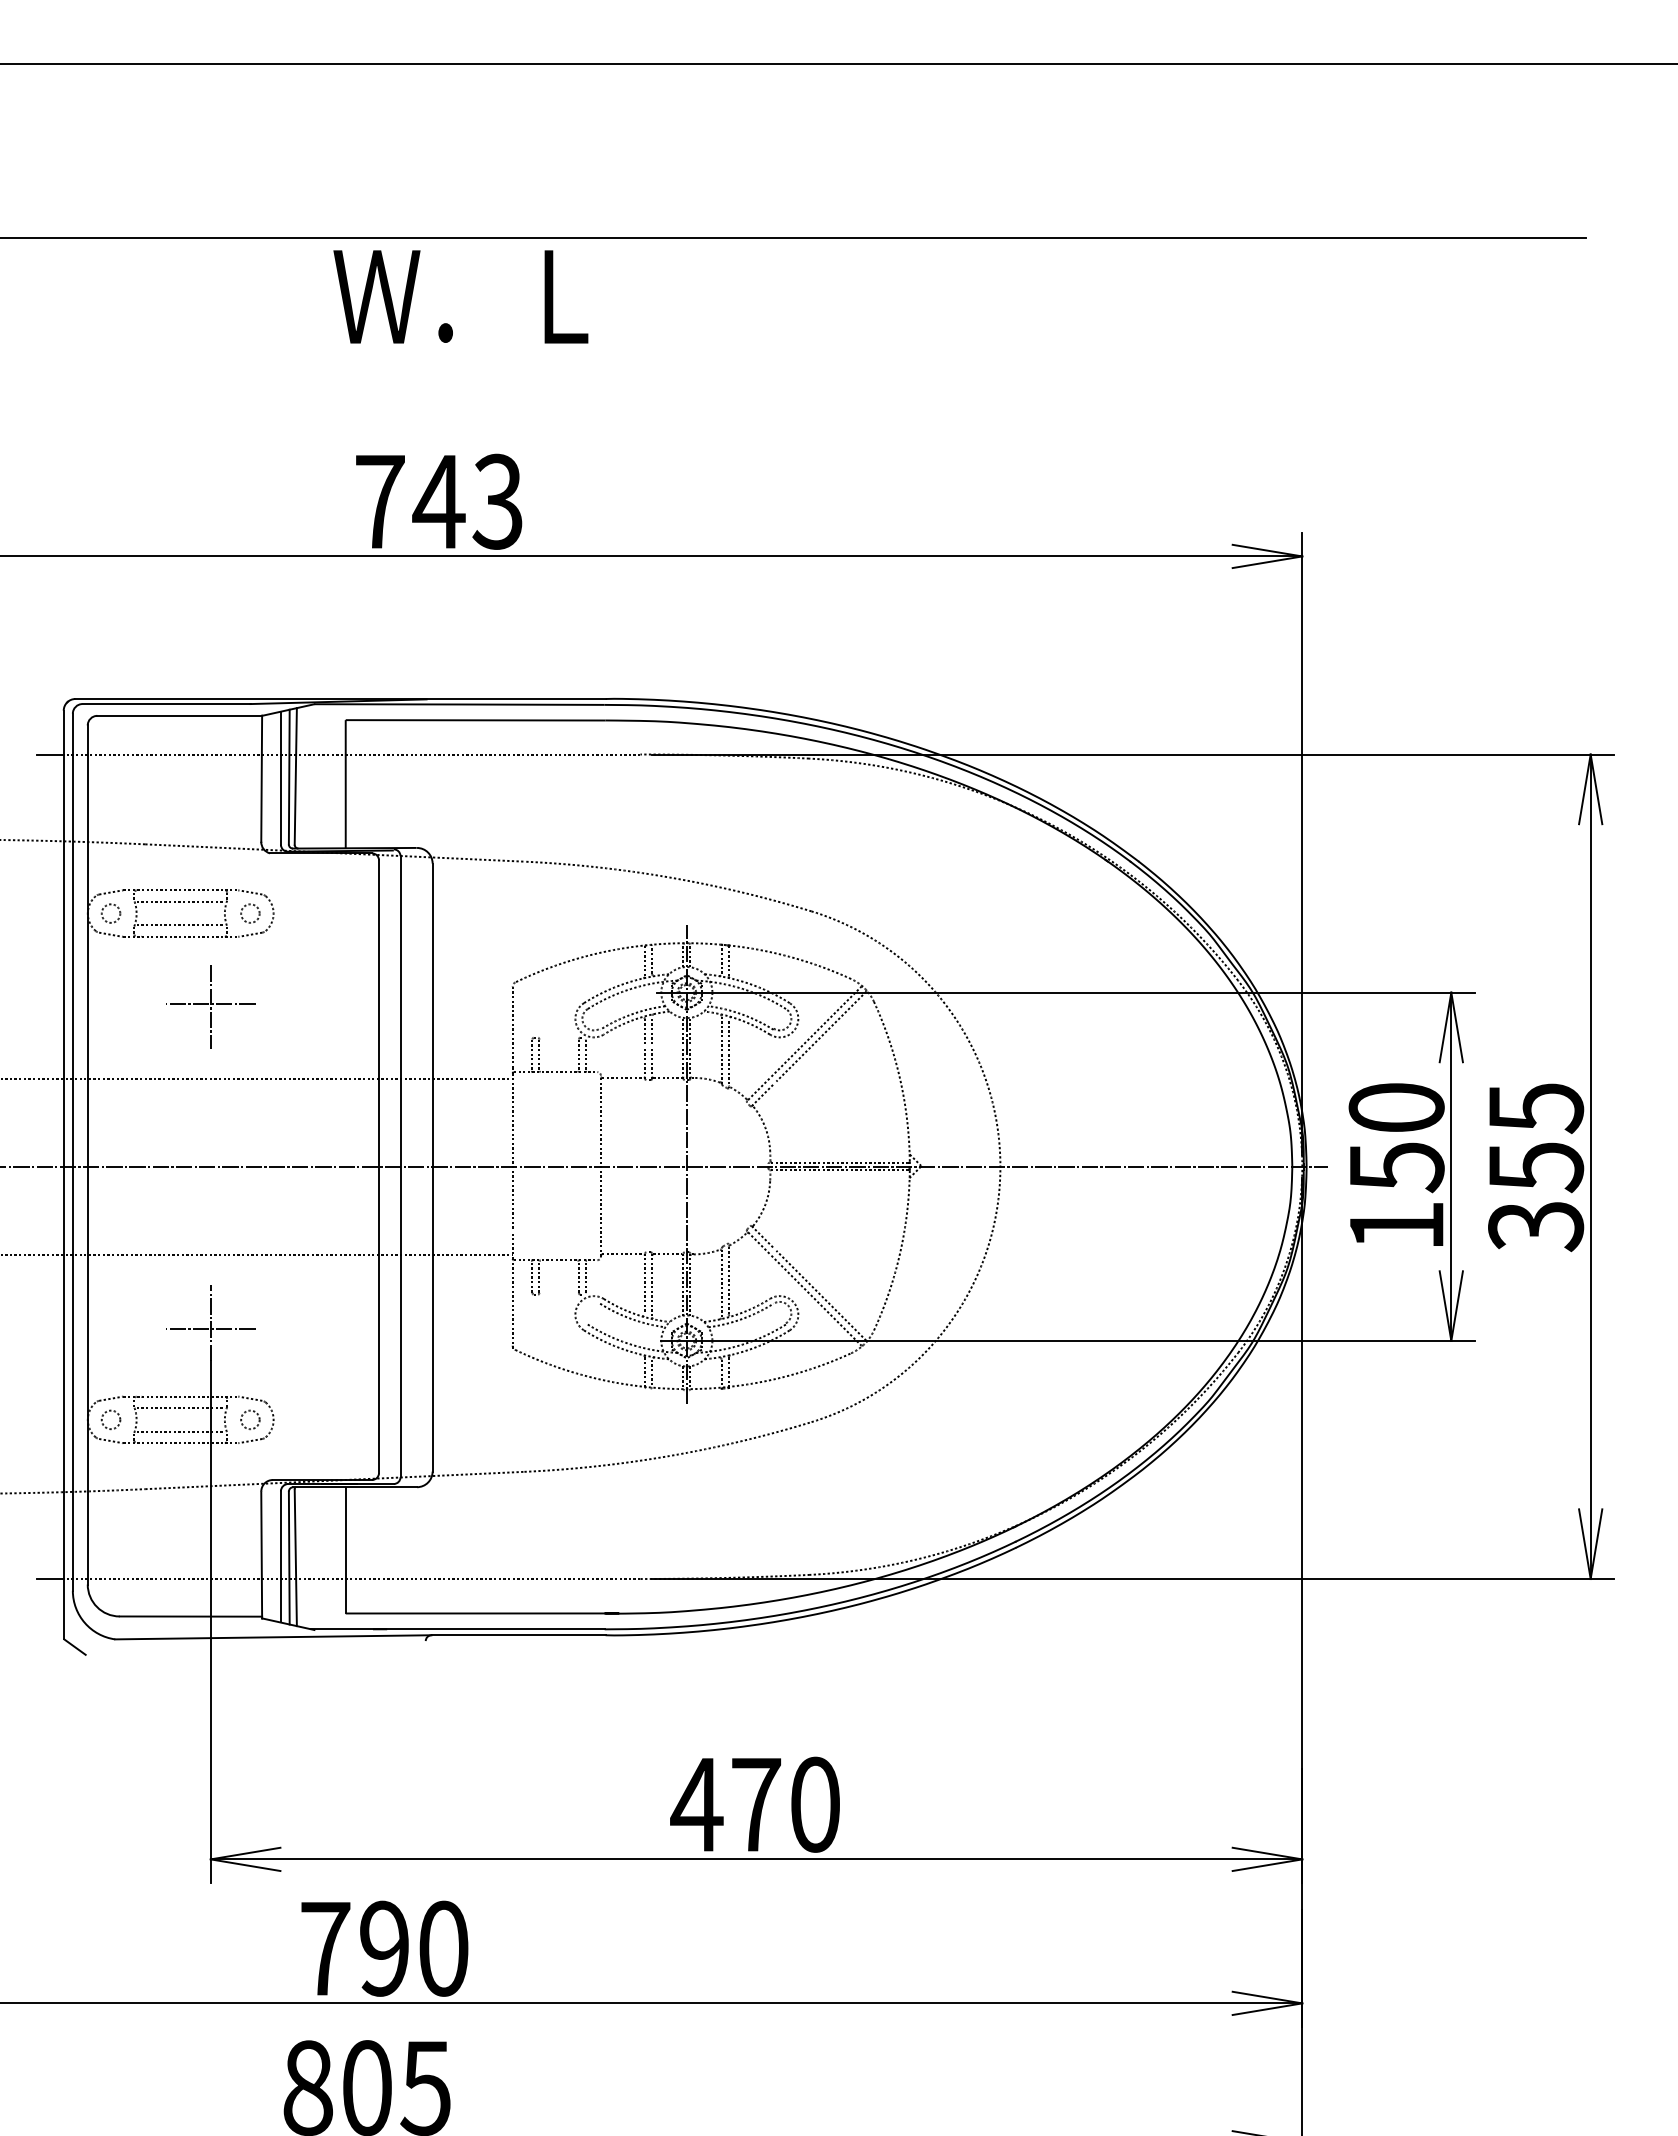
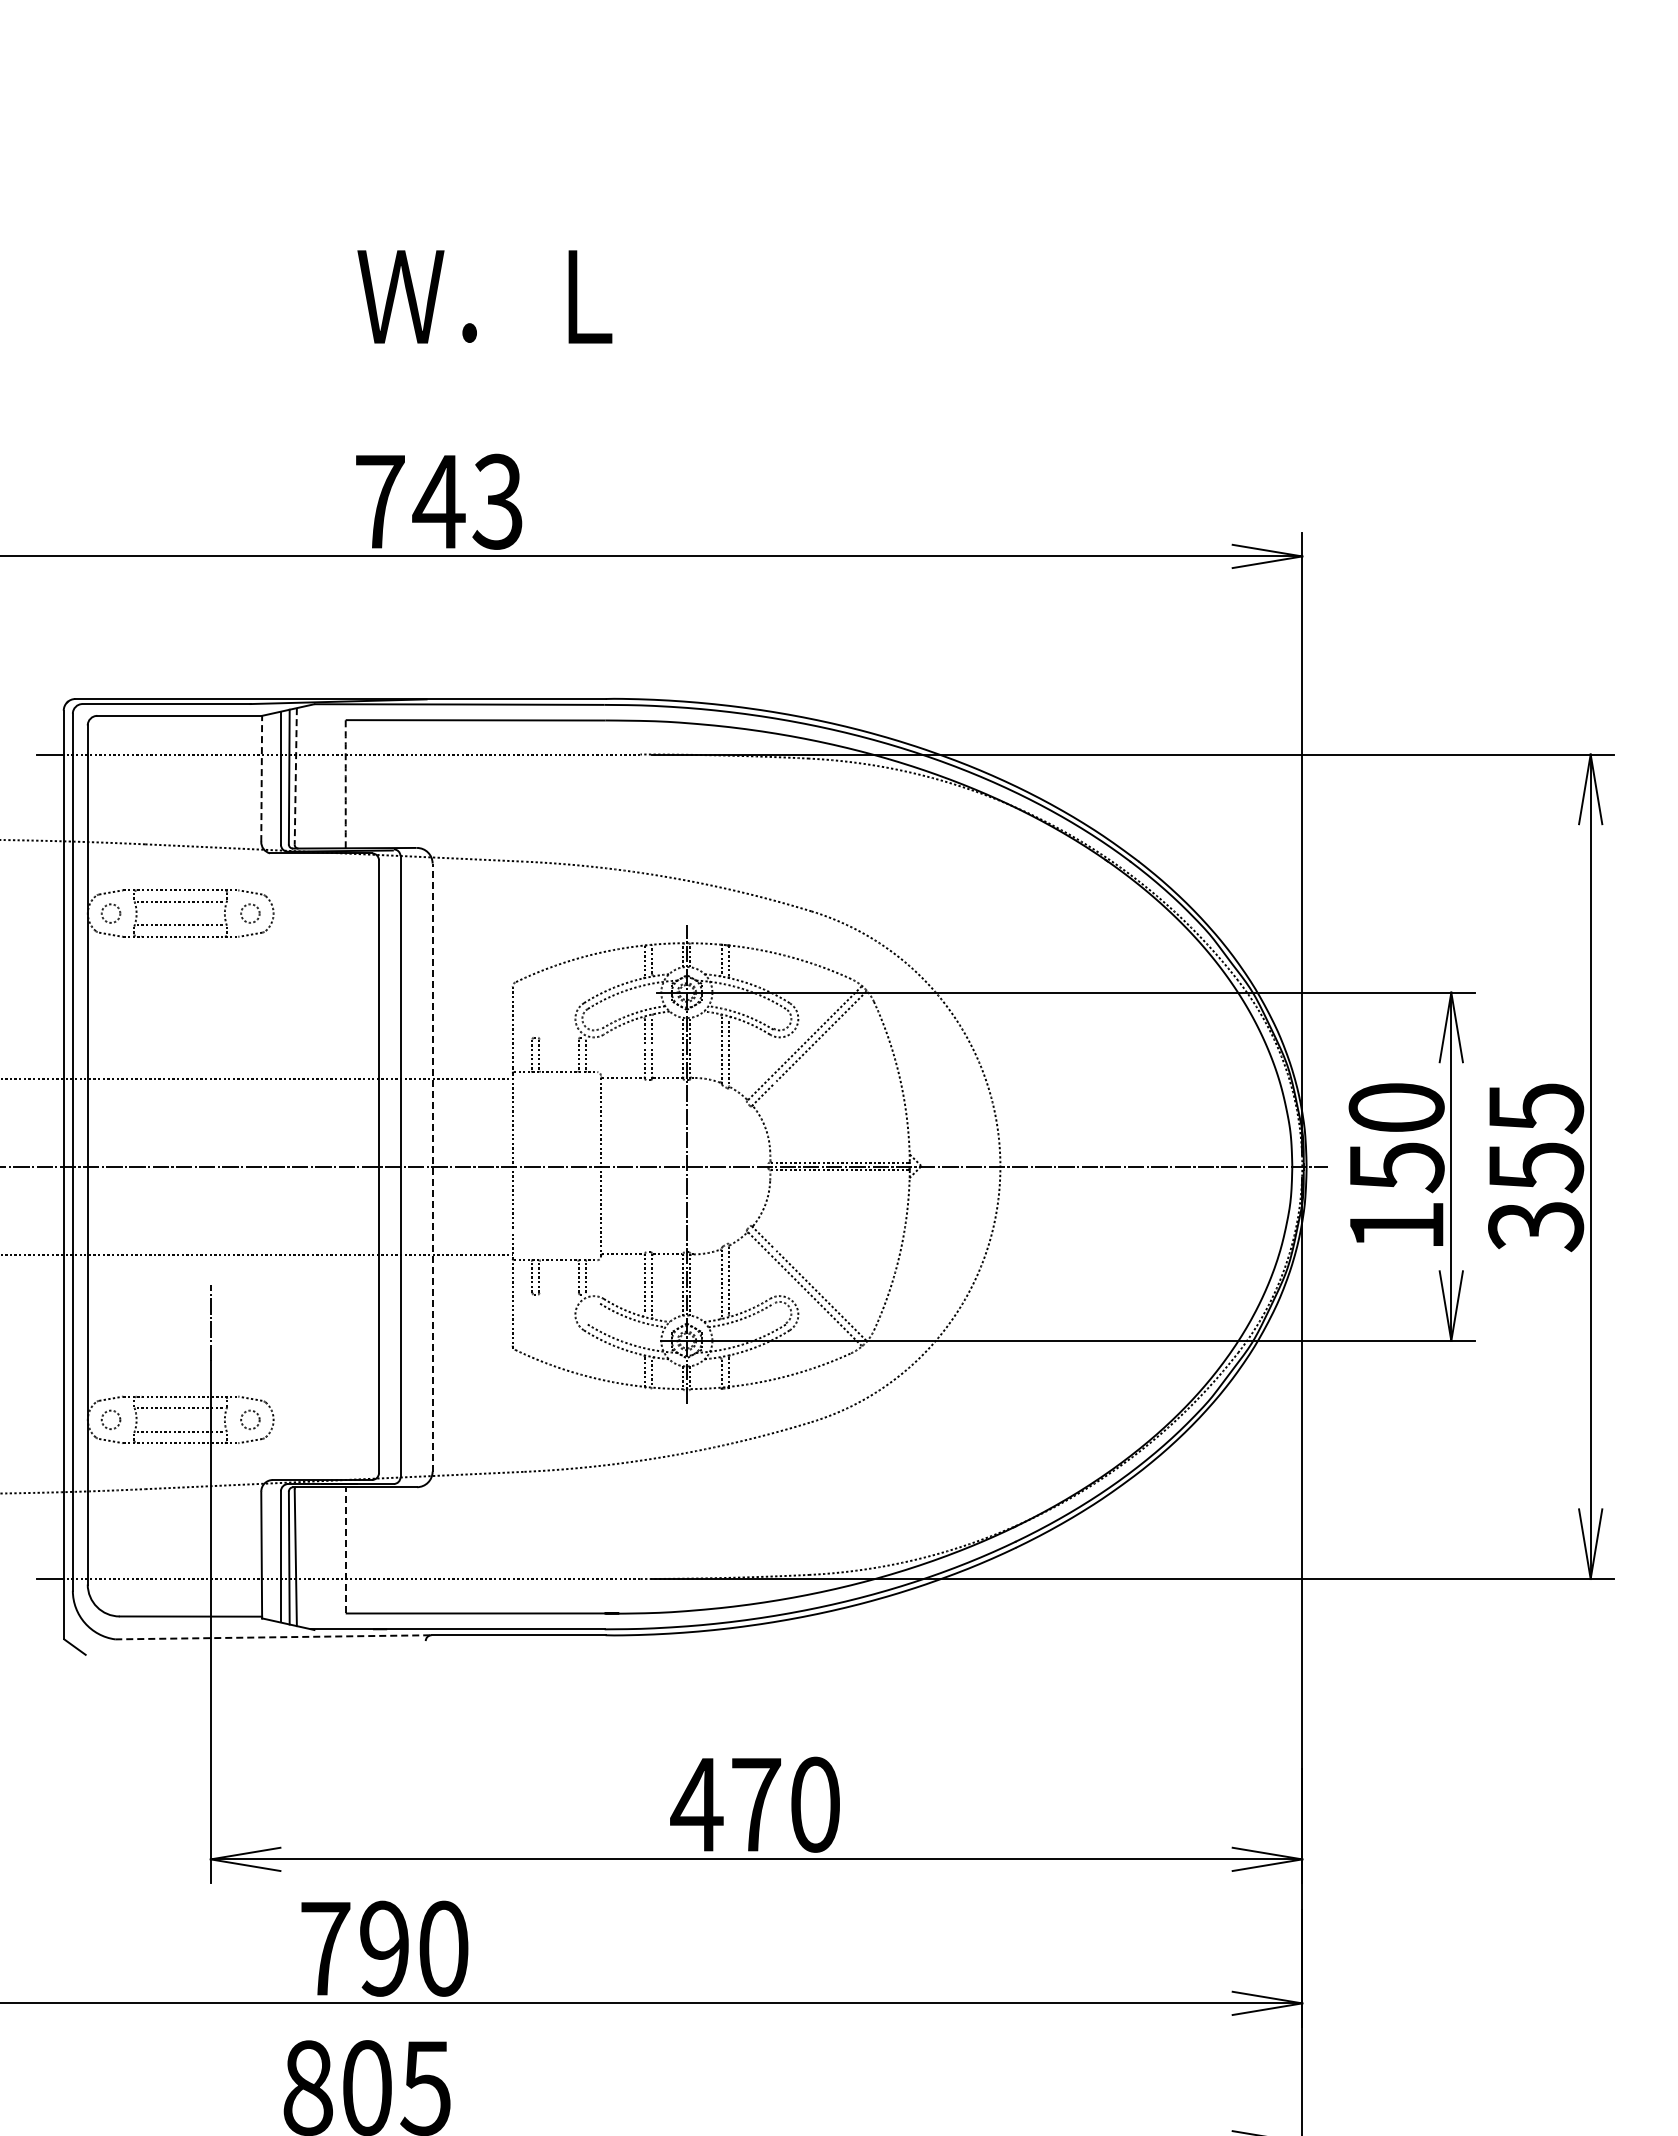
line at (838, 64): present -> none
line at (794, 237): present -> none
text at (460, 296) position: (460, 296) -> (484, 296)
line at (295, 776): solid -> dashed
line at (261, 778): solid -> dashed
arc at (345, 784): solid -> dashed
part at (210, 1006): present -> none
line at (432, 1167): solid -> dashed
line at (210, 1329): present -> none
line at (345, 1550): solid -> dashed
line at (273, 1637): solid -> dashed
